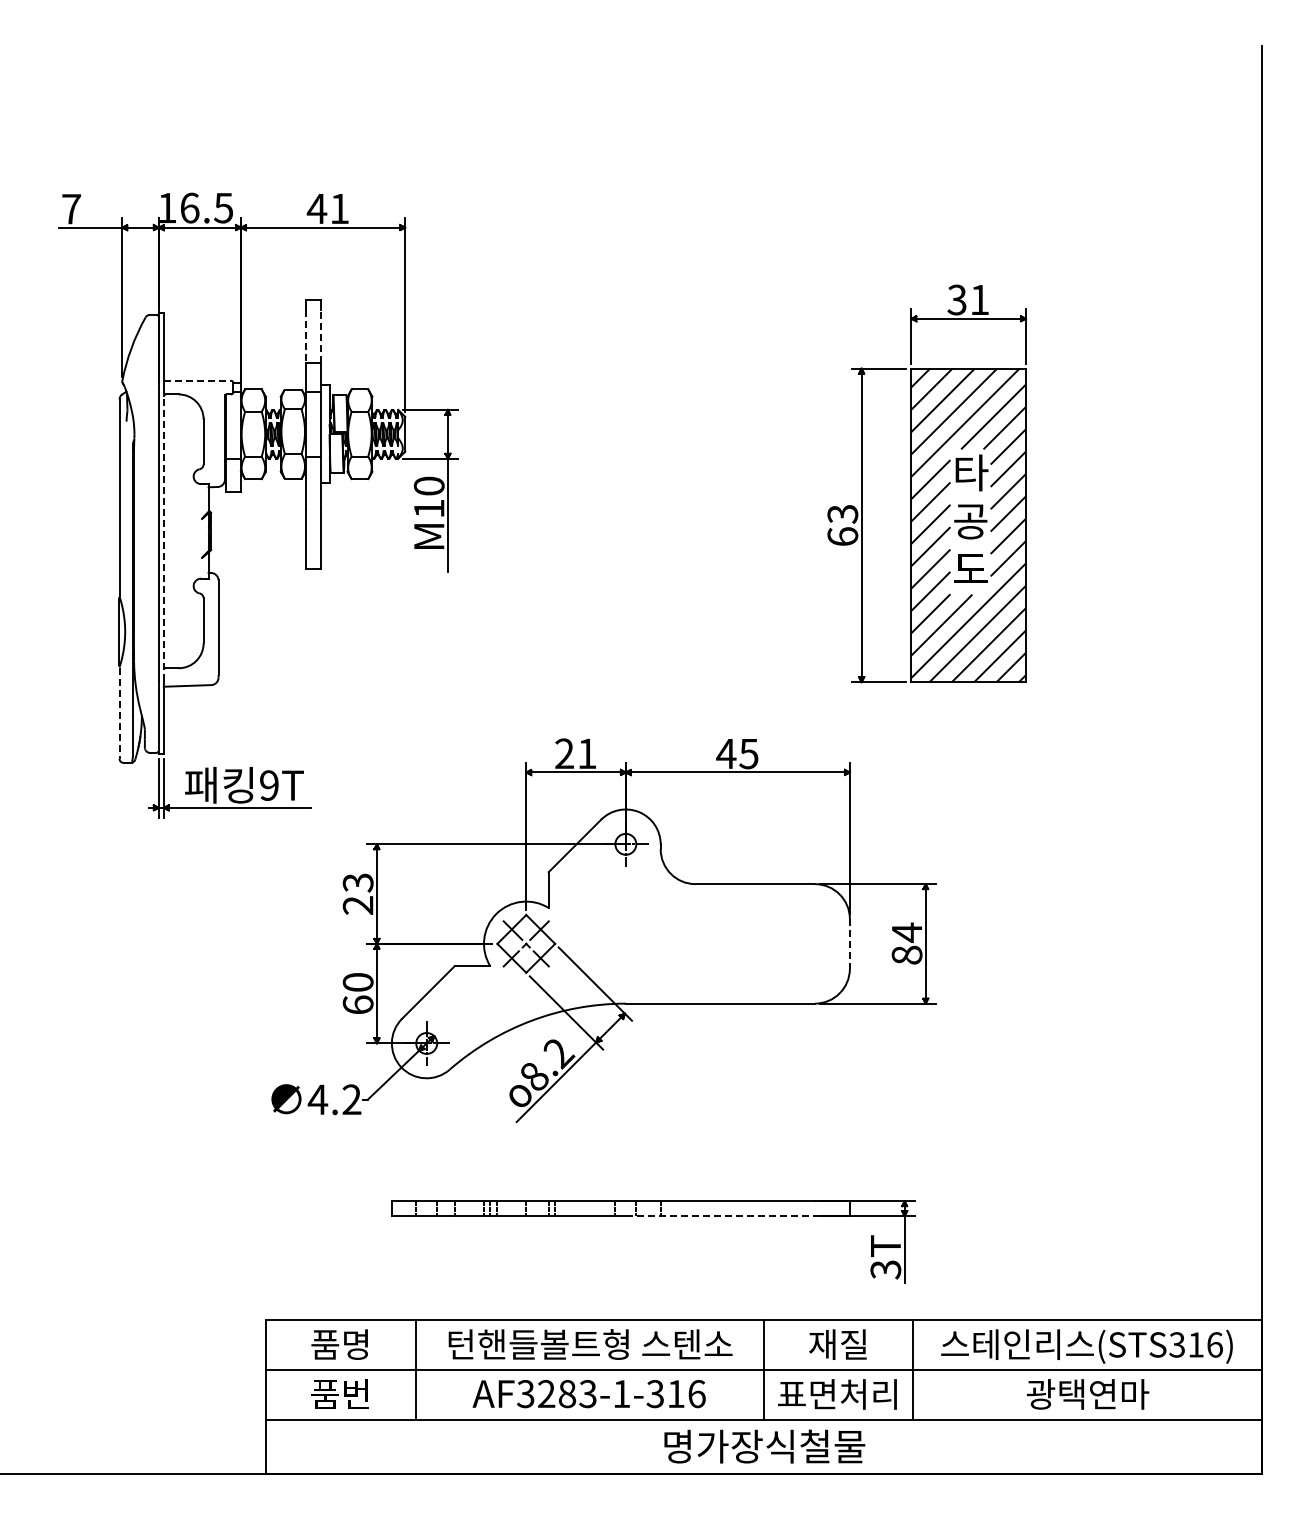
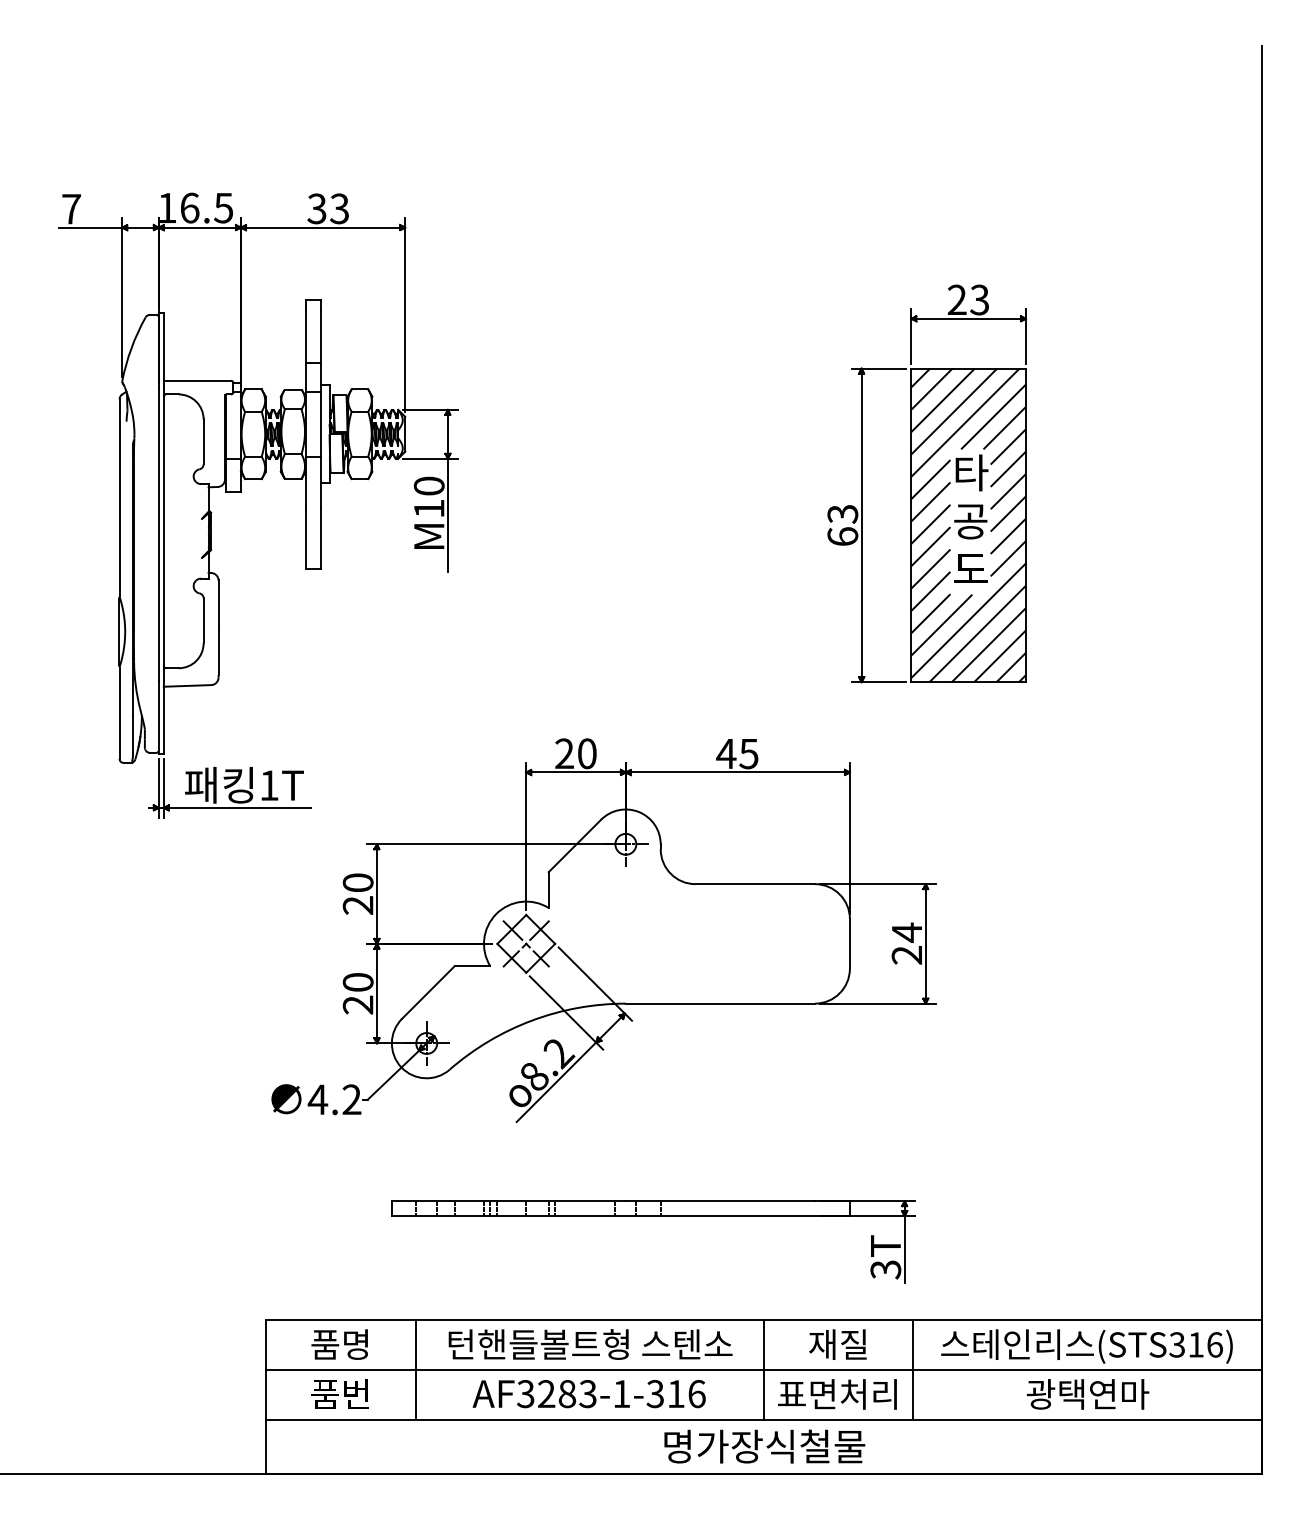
text at (327, 208): 41 -> 33
text at (967, 299): 31 -> 23
line at (320, 335): dashed -> solid
line at (305, 336): dashed -> solid
line at (197, 380): dashed -> solid
line at (163, 533): dashed -> solid
line at (119, 713): dashed -> solid
text at (587, 753): 21 -> 20
text at (269, 785): 9T -> 1T
text at (357, 882): 23 -> 20
line at (849, 943): dashed -> solid
text at (906, 954): 84 -> 24
text at (357, 1004): 60 -> 20
line at (720, 1216): dashed -> solid
